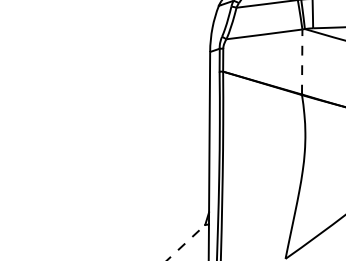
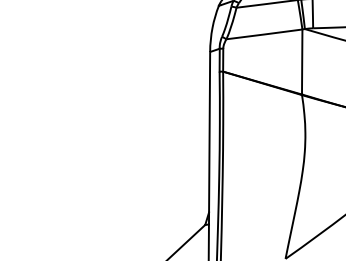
line at (302, 62): dashed -> solid
line at (186, 242): dashed -> solid
